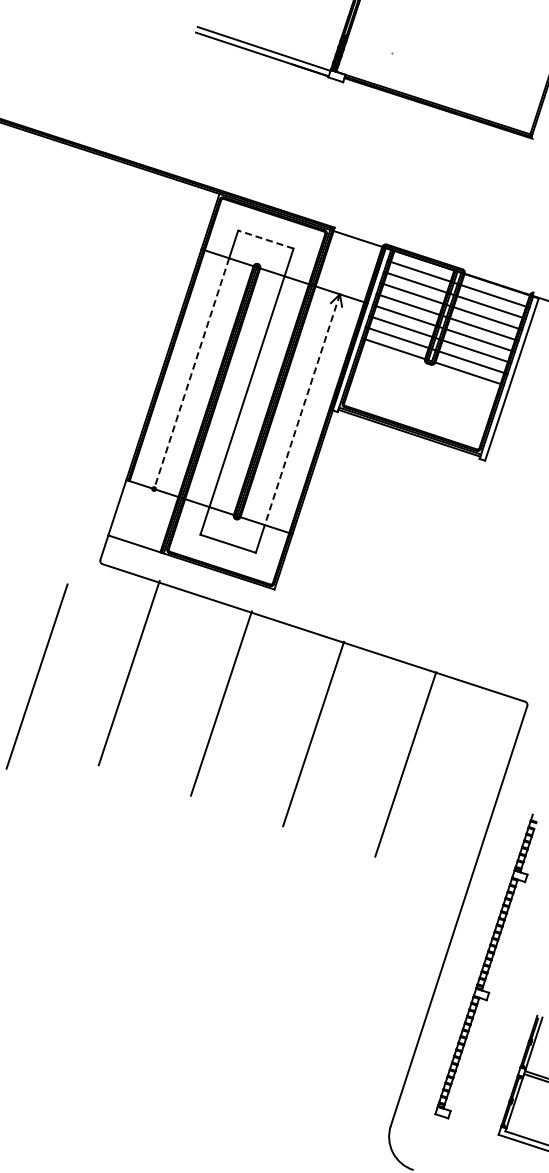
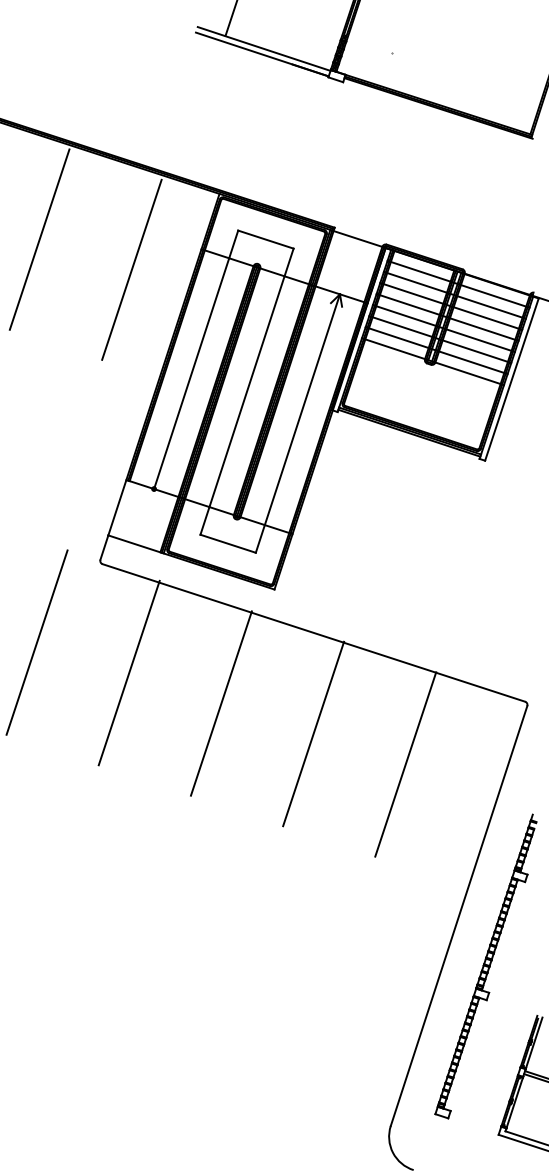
line at (230, 18): none -> present
line at (39, 239): none -> present
line at (265, 239): dashed -> solid
line at (131, 269): none -> present
line at (191, 374): dashed -> solid
line at (302, 410): dashed -> solid
line at (36, 676) position: (36, 676) -> (36, 642)
